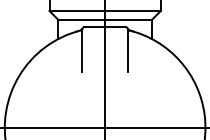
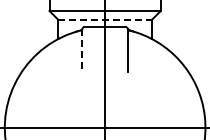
line at (105, 19): solid -> dashed
line at (82, 50): solid -> dashed
